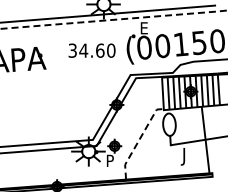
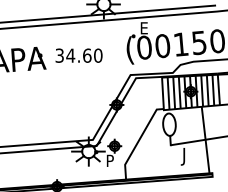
line at (113, 19): dashed -> solid
text at (91, 50) position: (91, 50) -> (78, 55)
line at (139, 139): dashed -> solid
